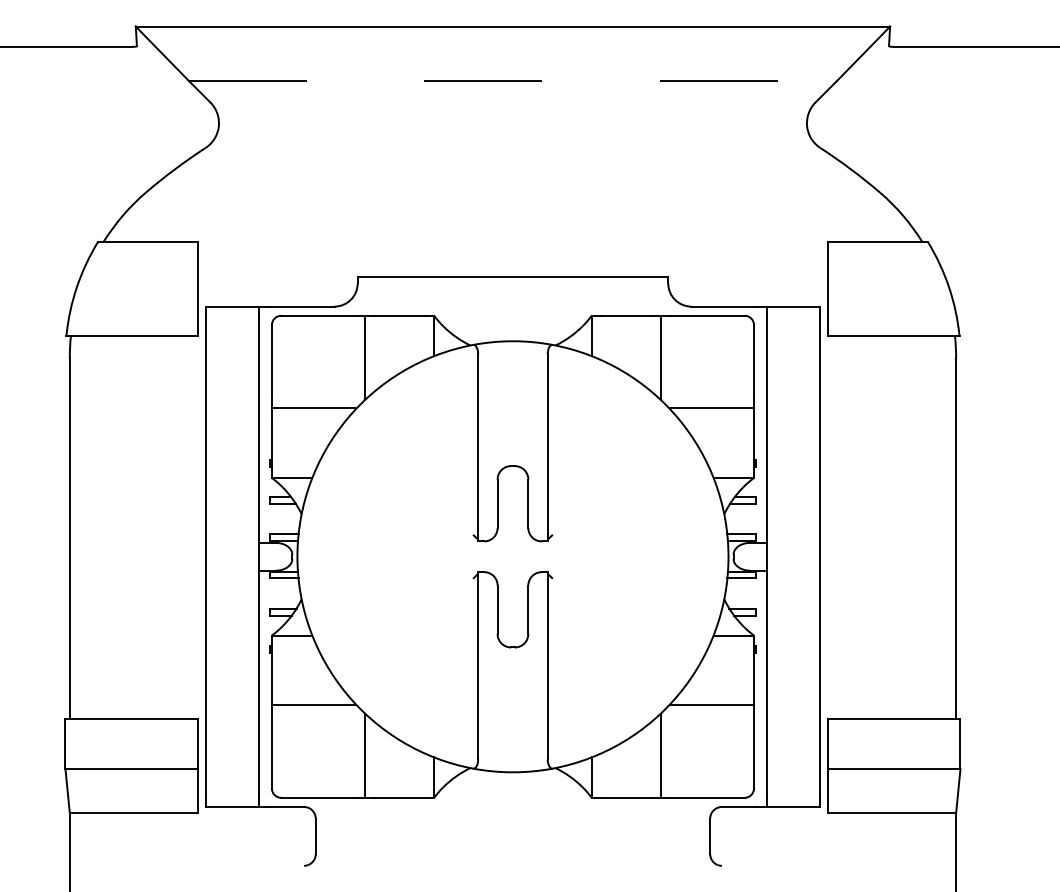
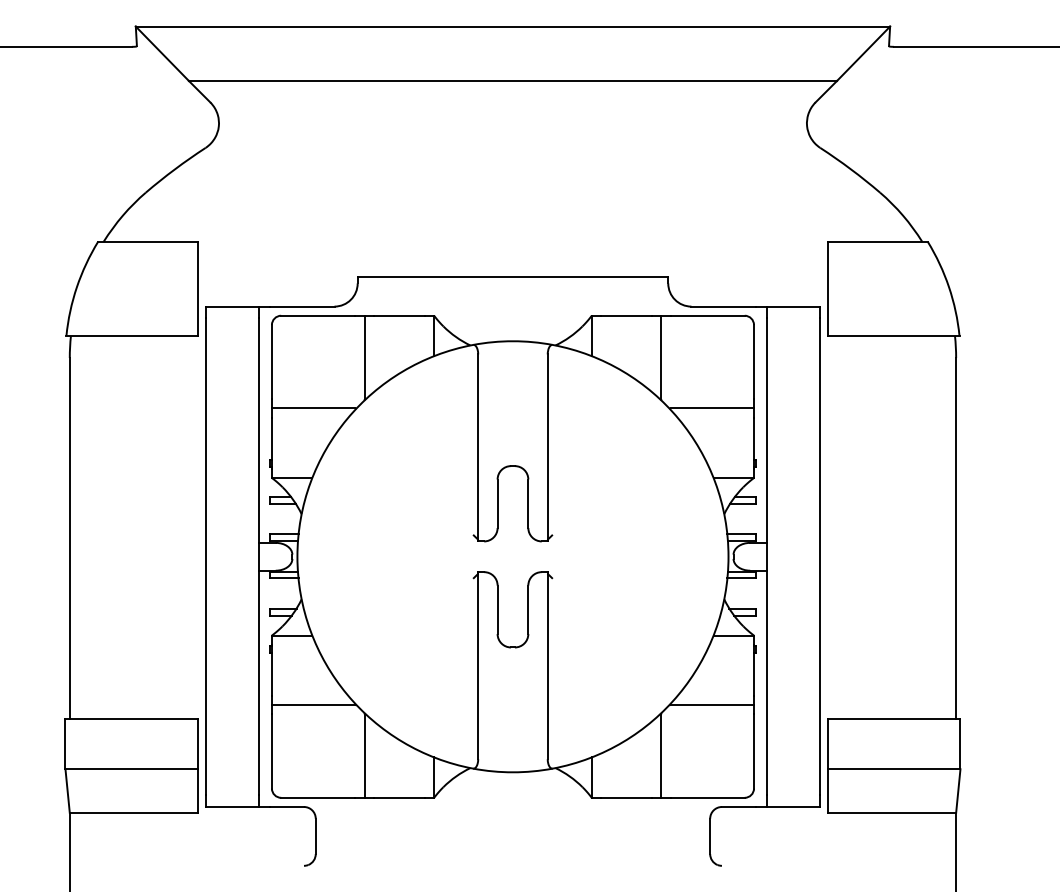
line at (513, 80): dashed -> solid
